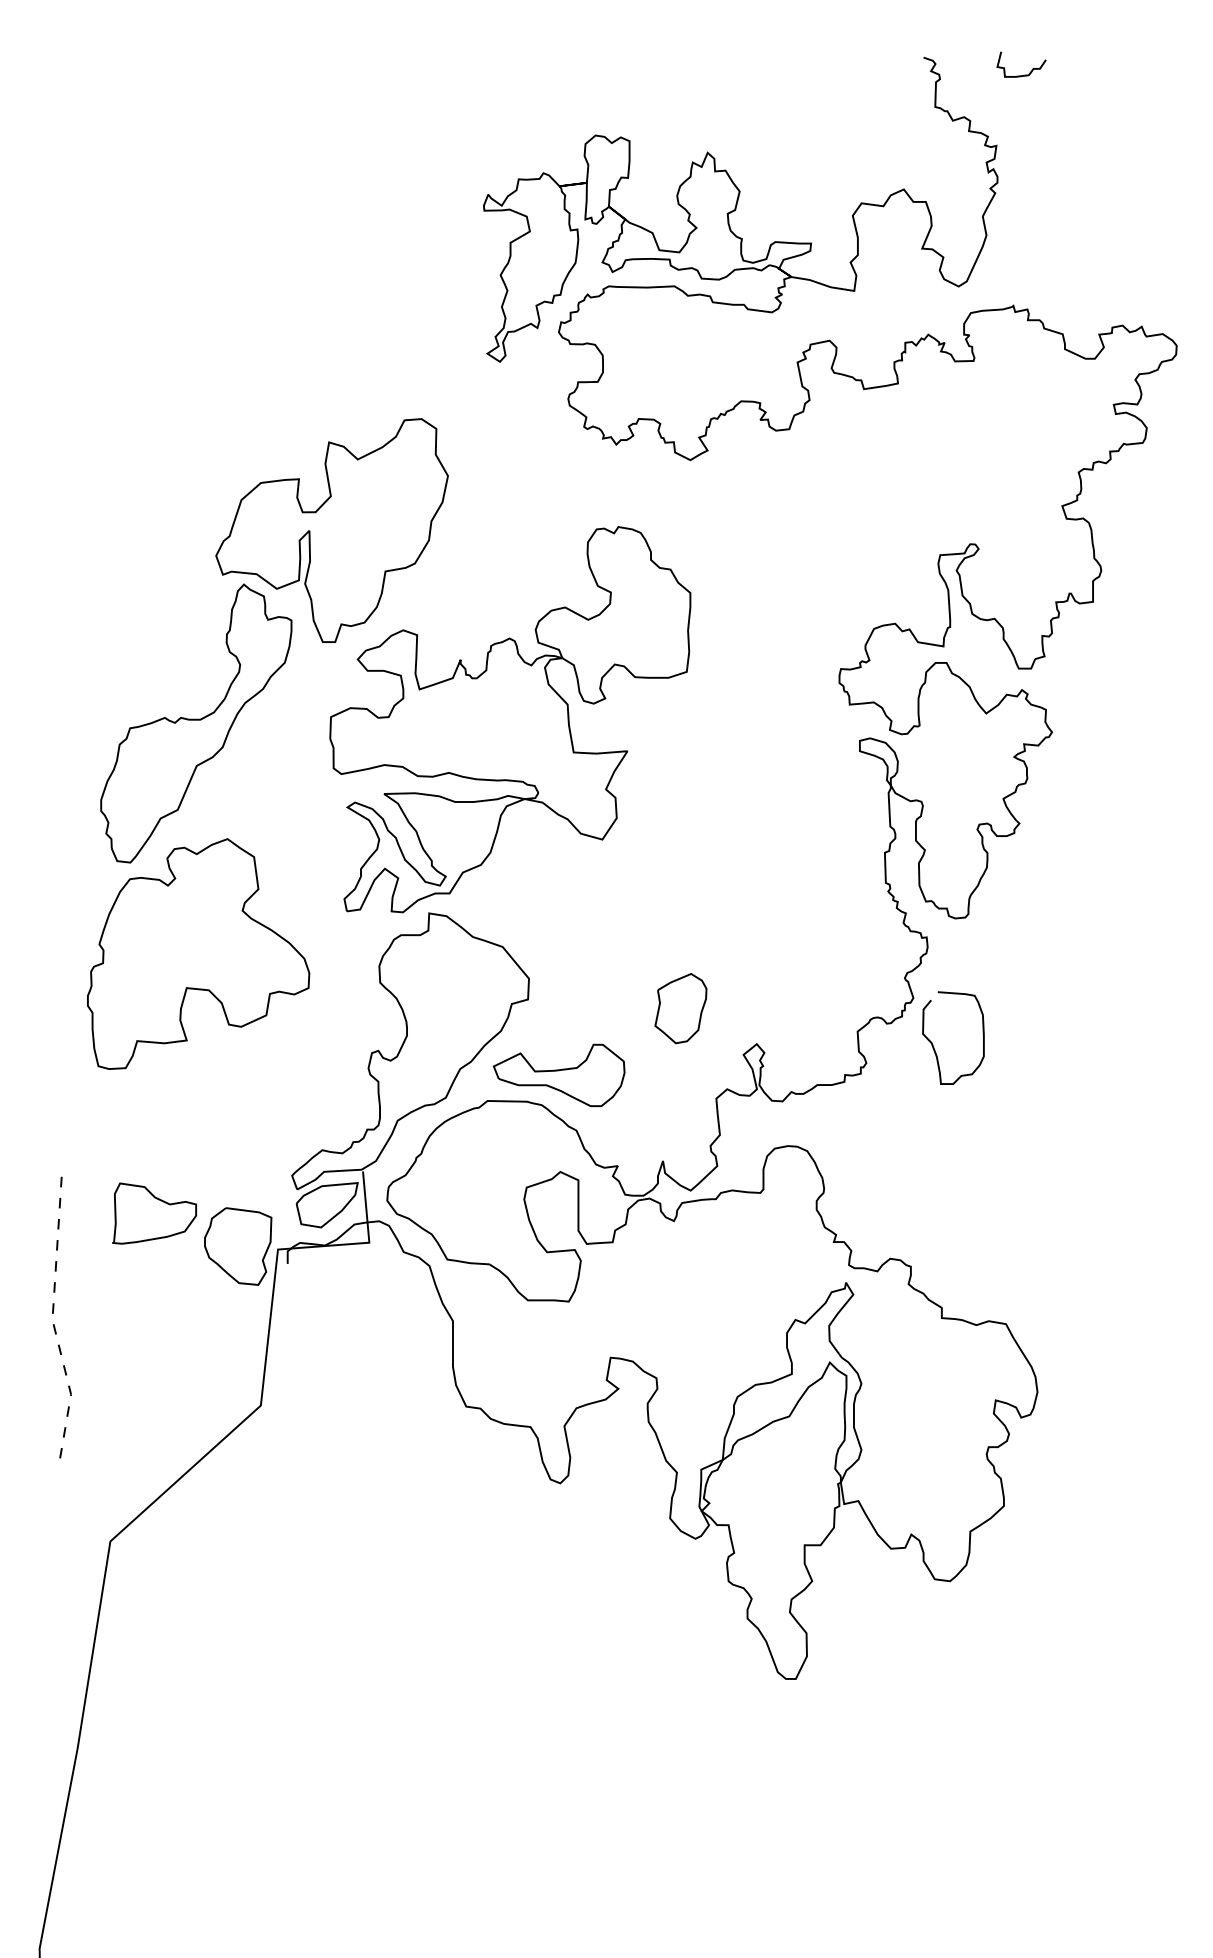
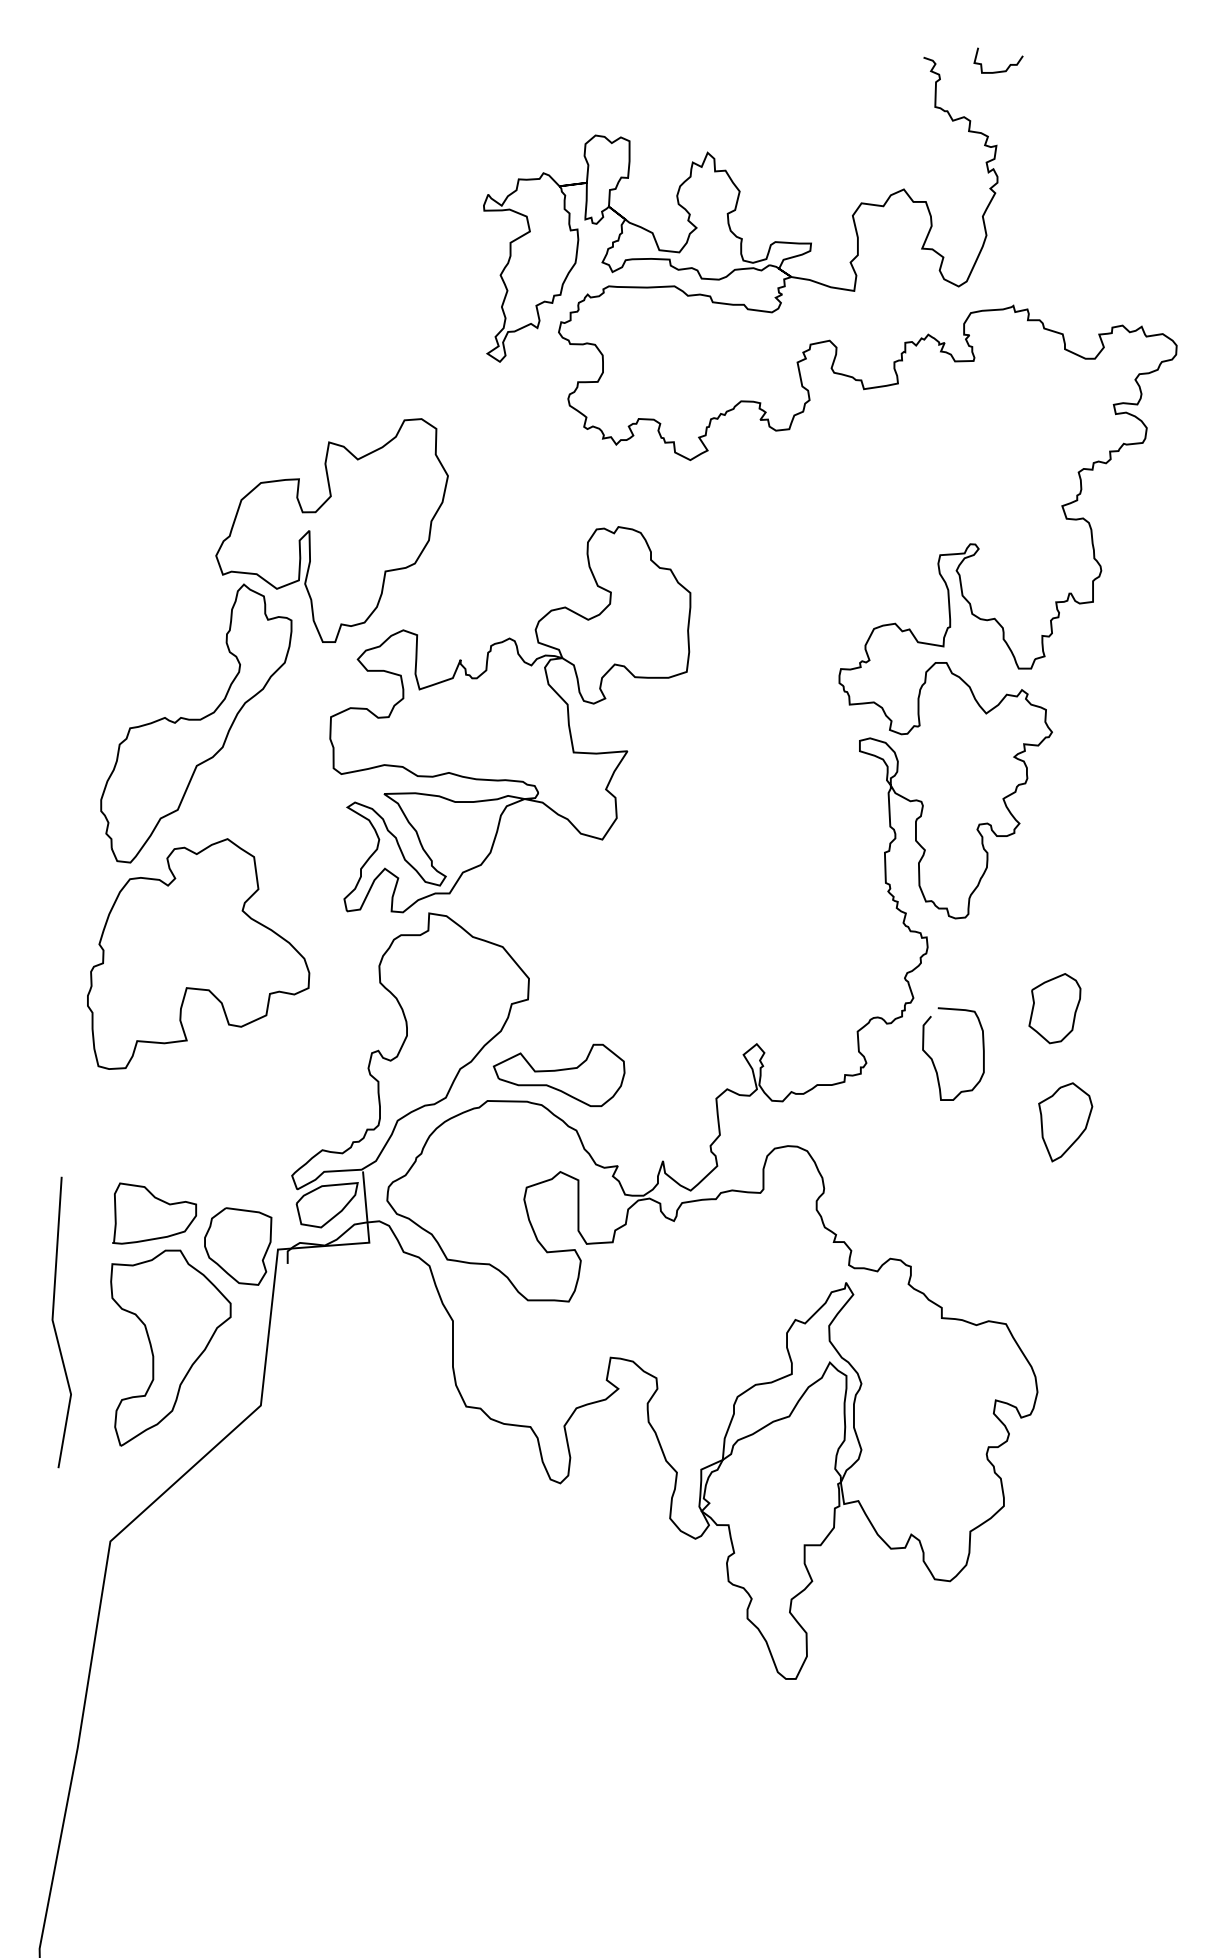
curve at (1024, 74) position: (1024, 74) -> (1001, 70)
part at (680, 1008) position: (680, 1008) -> (1054, 1008)
curve at (933, 1044) position: (933, 1044) -> (933, 1060)
part at (1065, 1122): none -> present
line at (53, 1323): dashed -> solid
part at (170, 1347): none -> present
